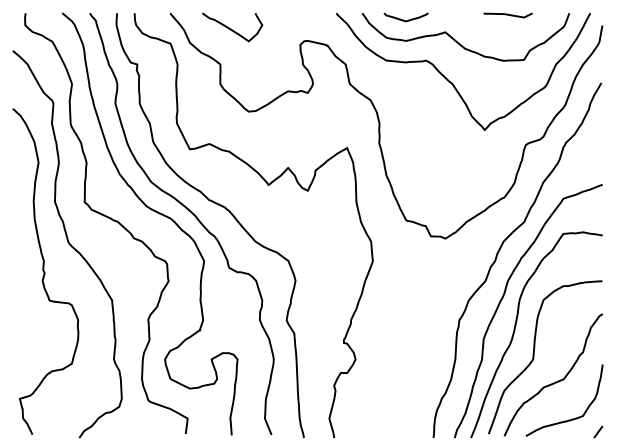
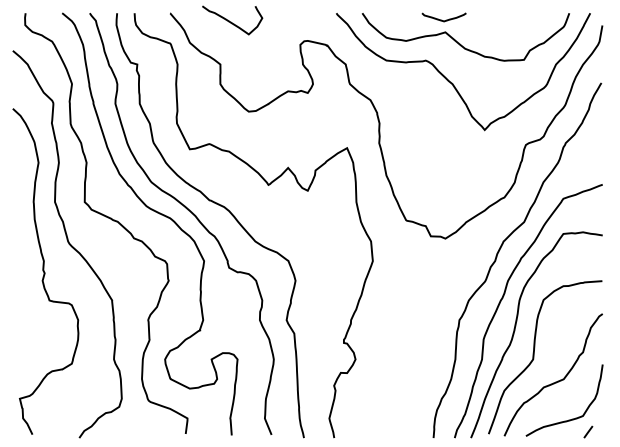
curve at (507, 15): present -> none
curve at (403, 19) position: (403, 19) -> (441, 19)
curve at (231, 28) position: (231, 28) -> (231, 21)
line at (598, 431) position: (598, 431) -> (588, 431)
